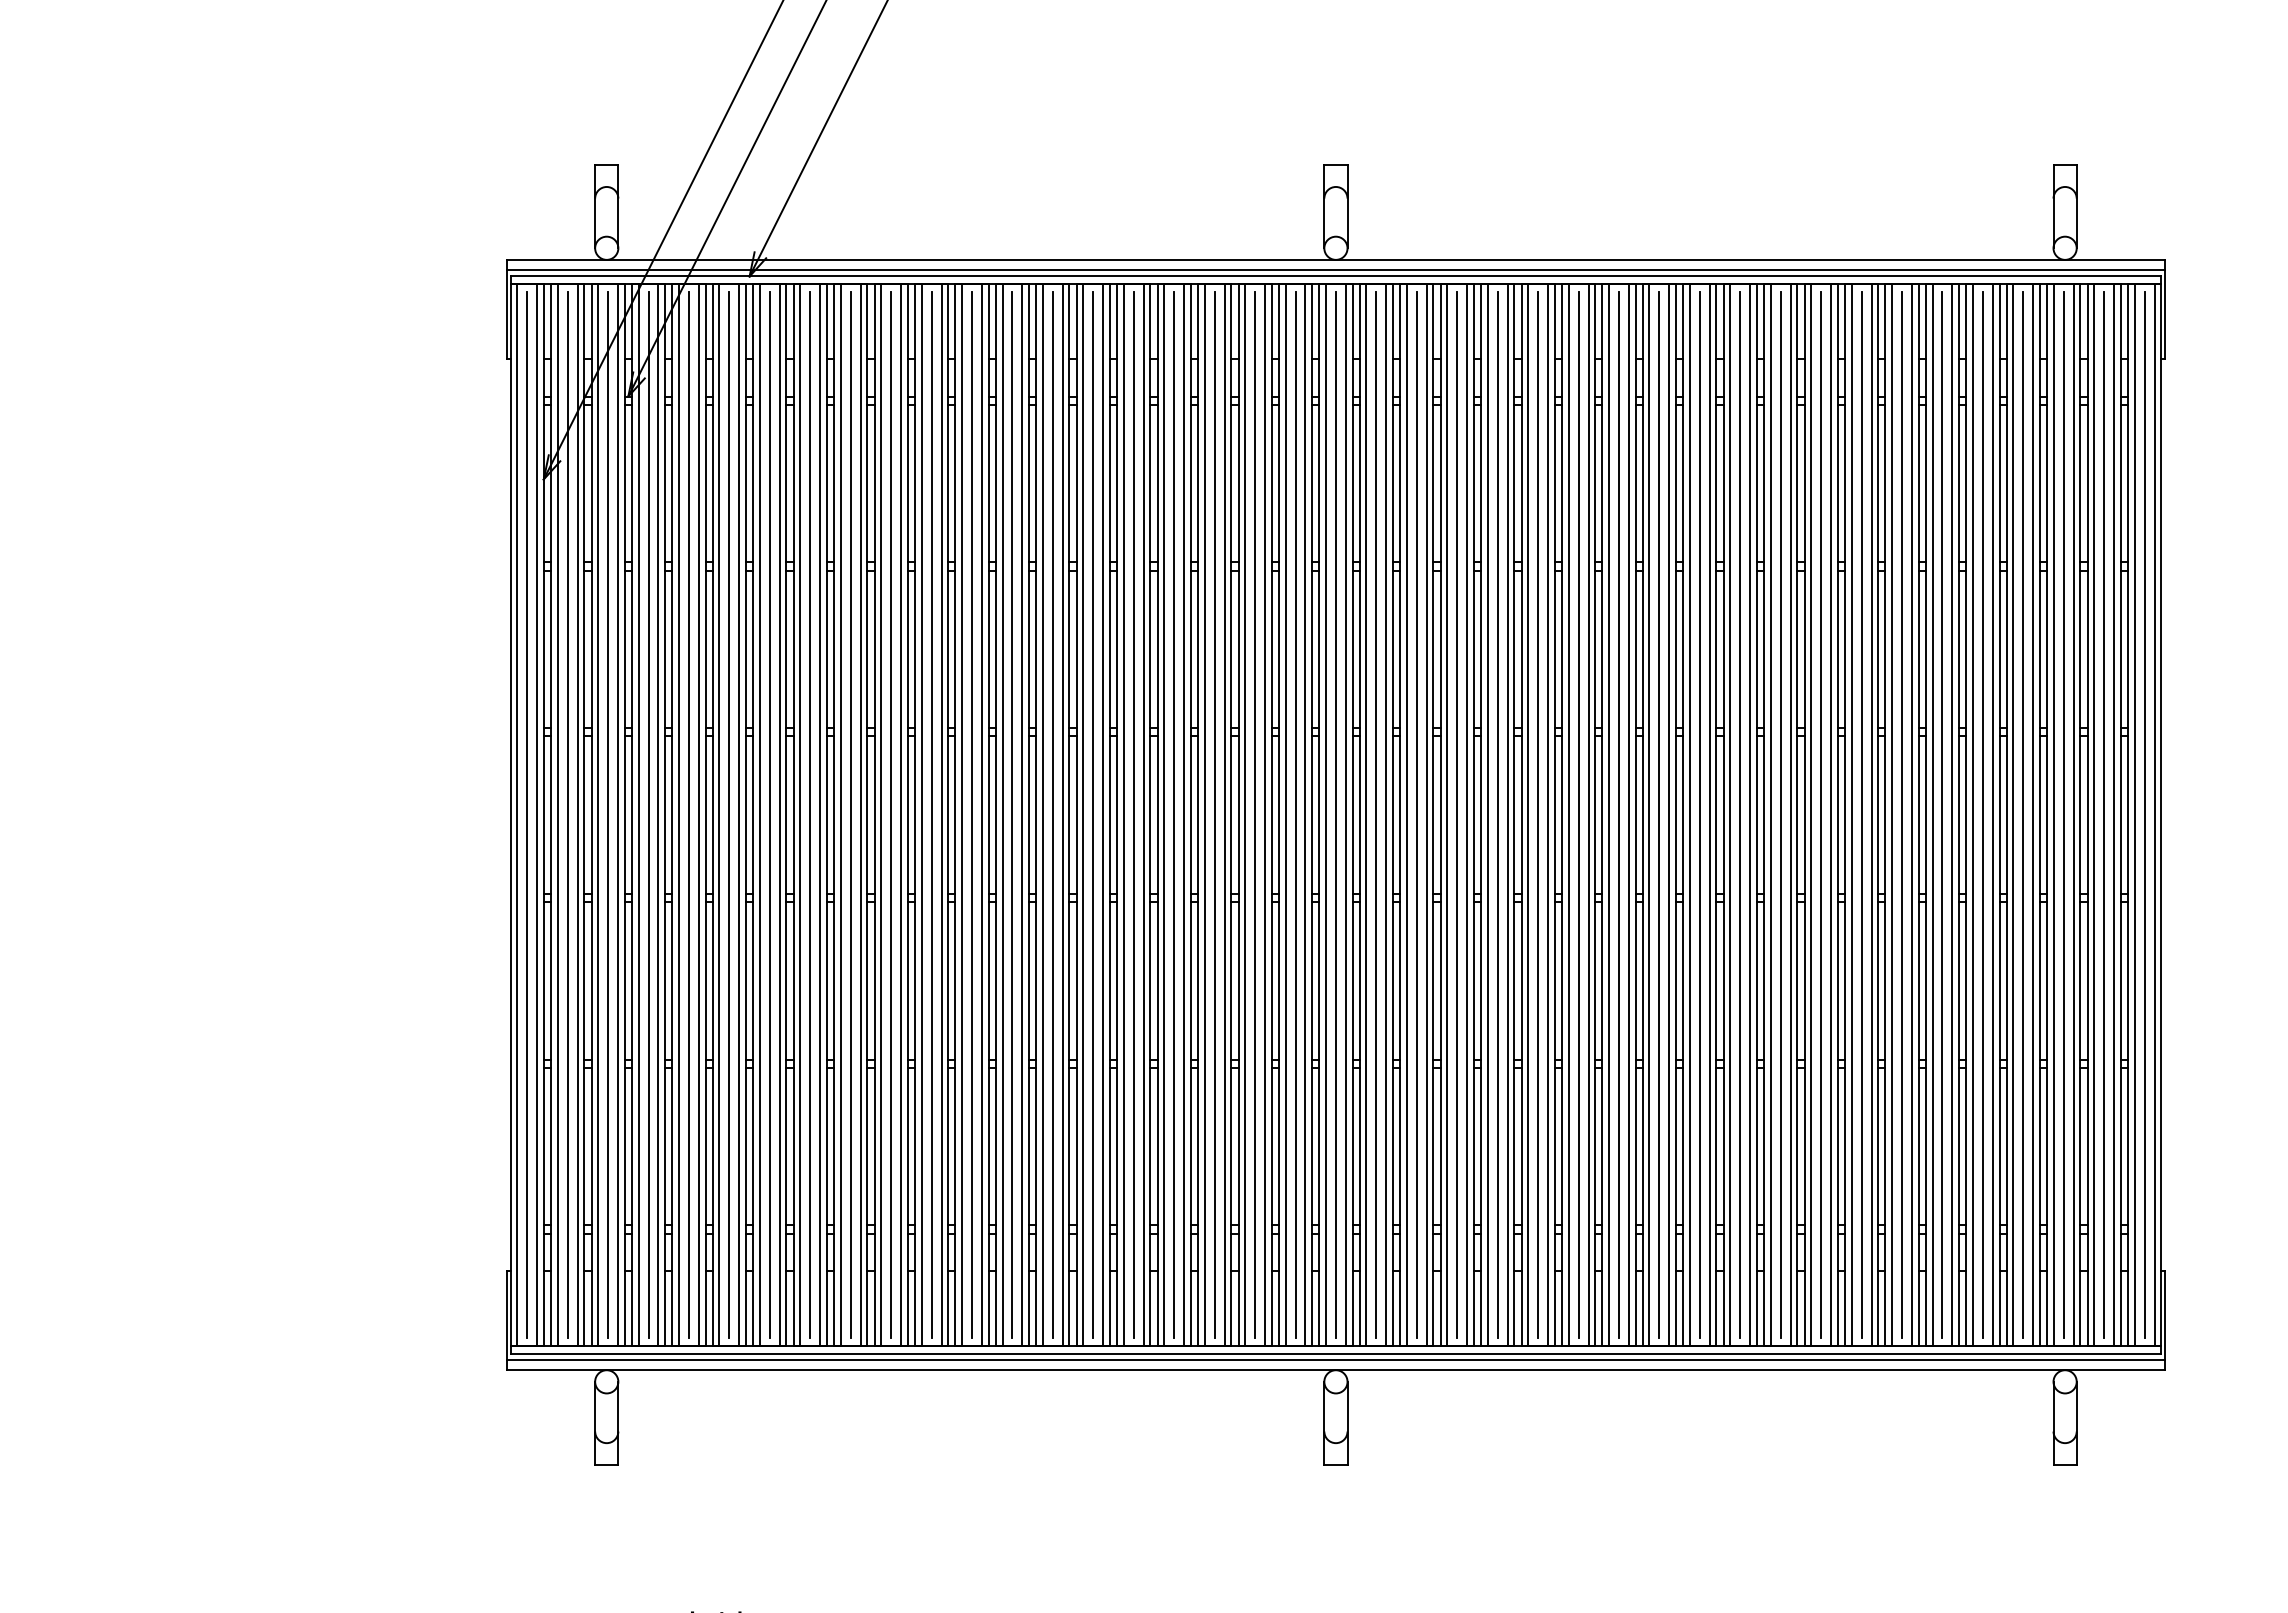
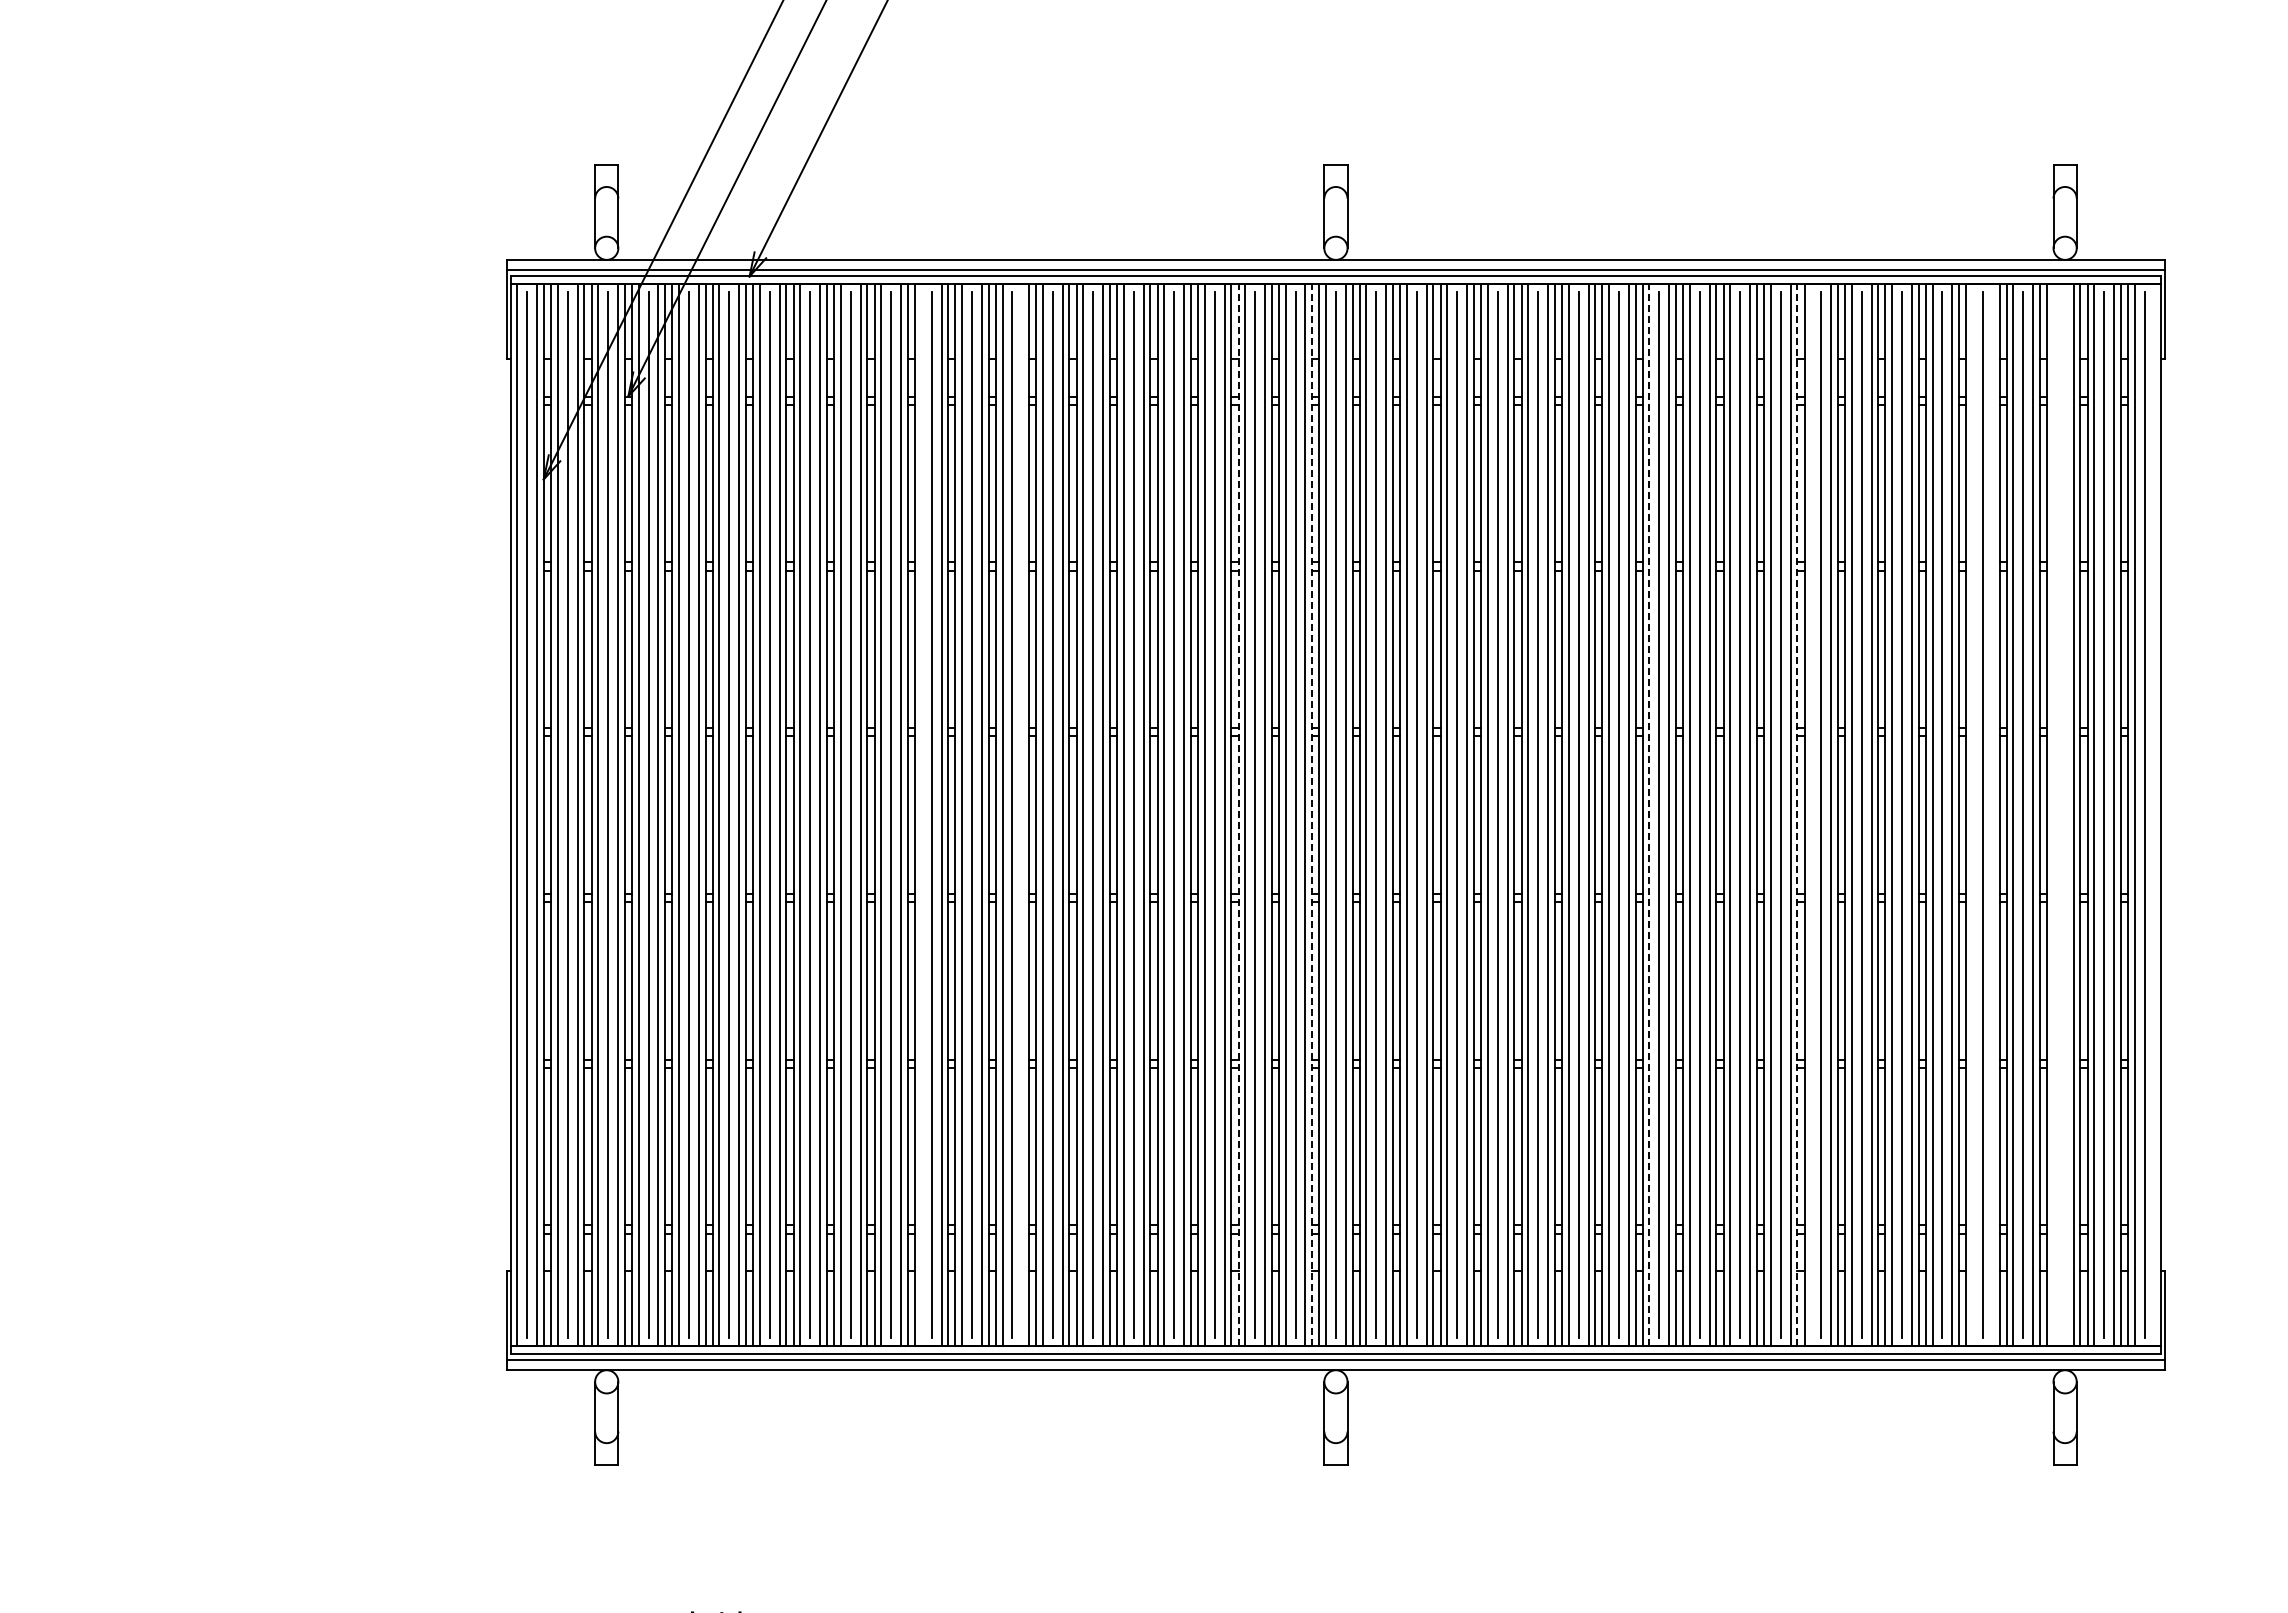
line at (921, 814): present -> none
line at (1022, 814): present -> none
line at (1238, 814): solid -> dashed
line at (1312, 814): solid -> dashed
line at (1649, 814): solid -> dashed
line at (1797, 814): solid -> dashed
line at (1811, 814): present -> none
line at (1972, 814): present -> none
line at (1992, 814): present -> none
line at (2053, 814): present -> none
line at (2063, 814): present -> none
line at (2154, 814): present -> none
